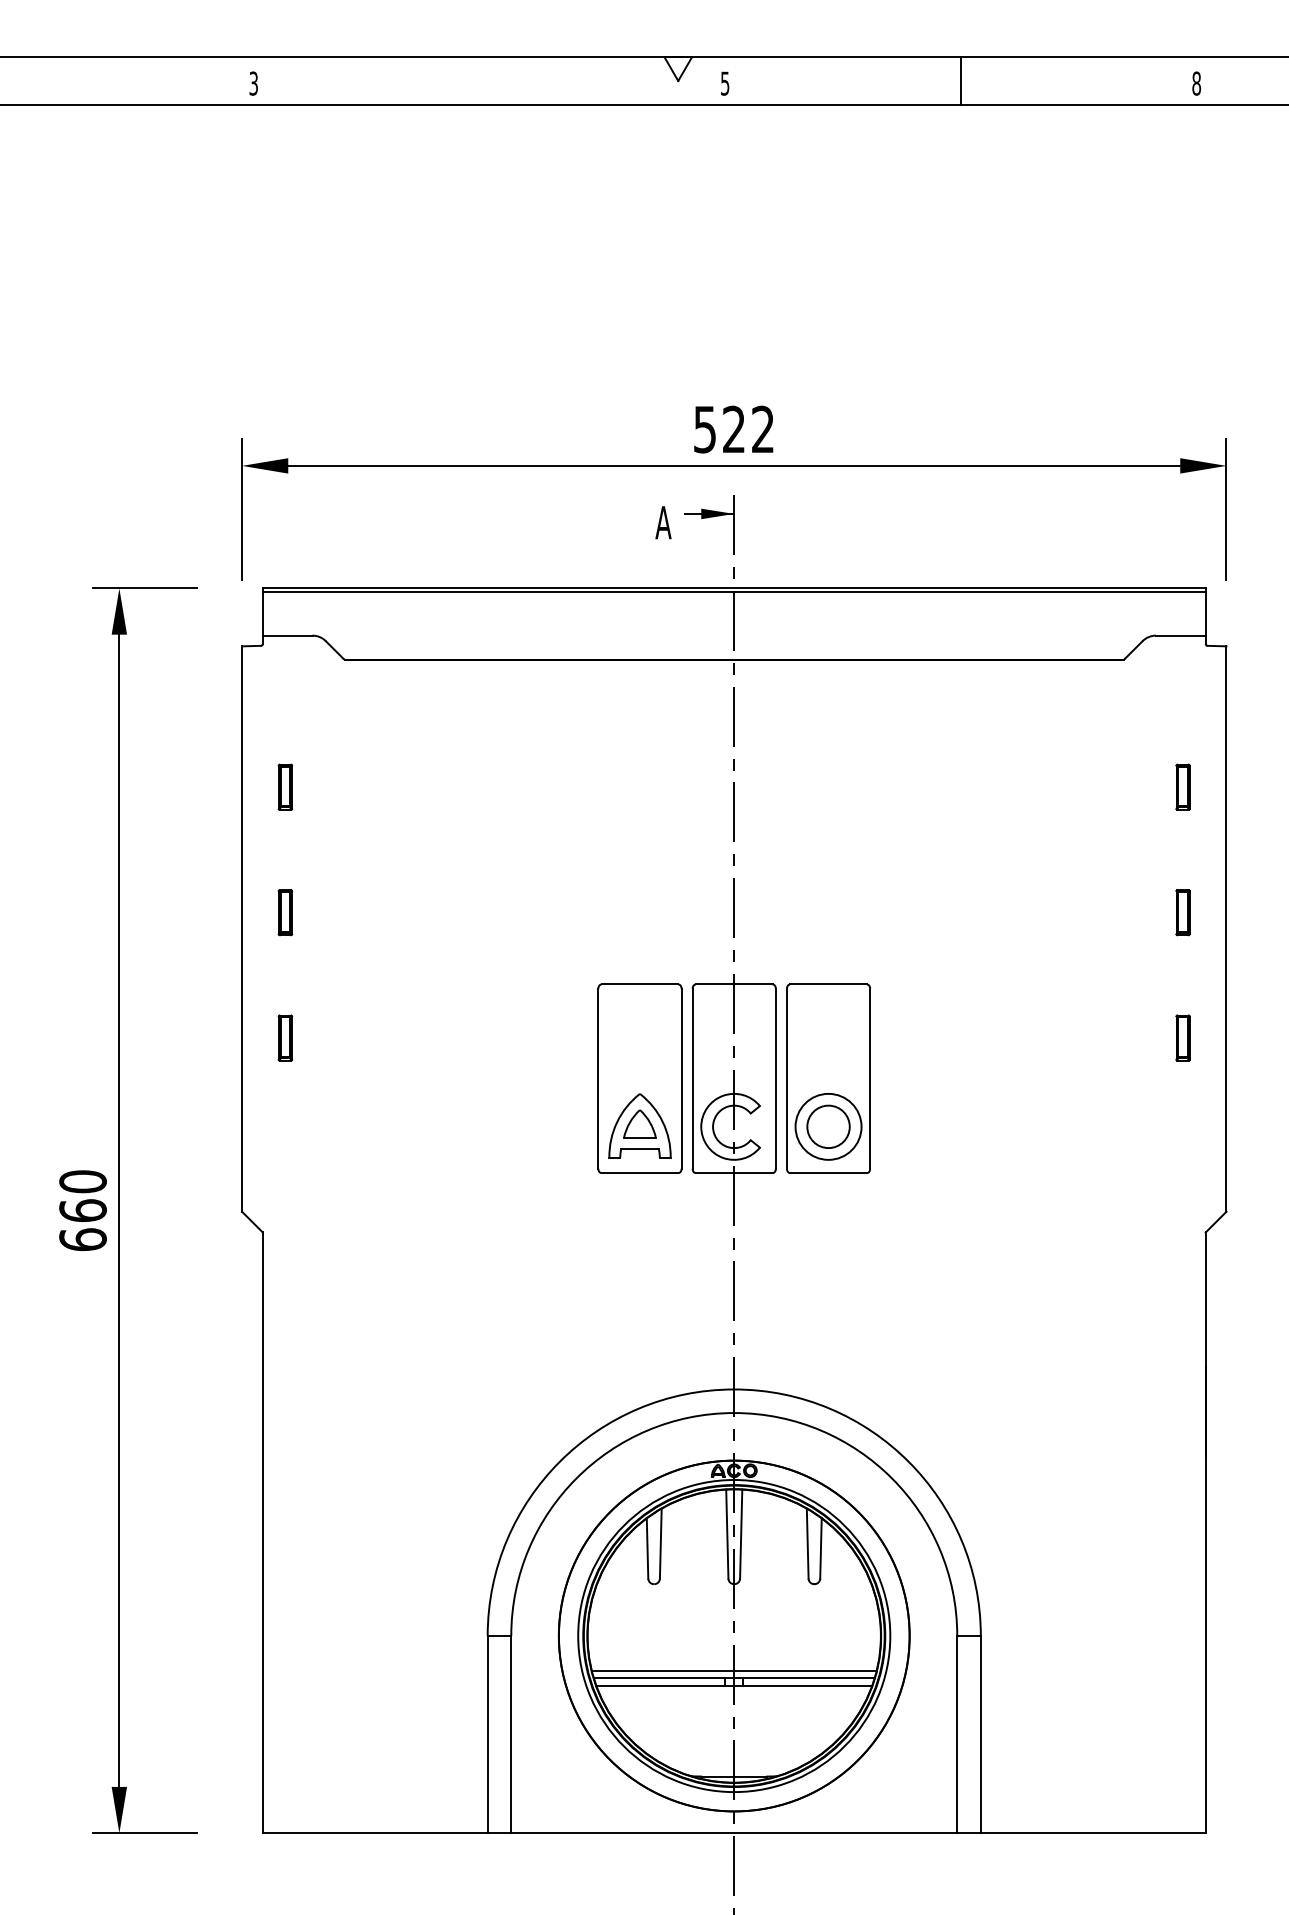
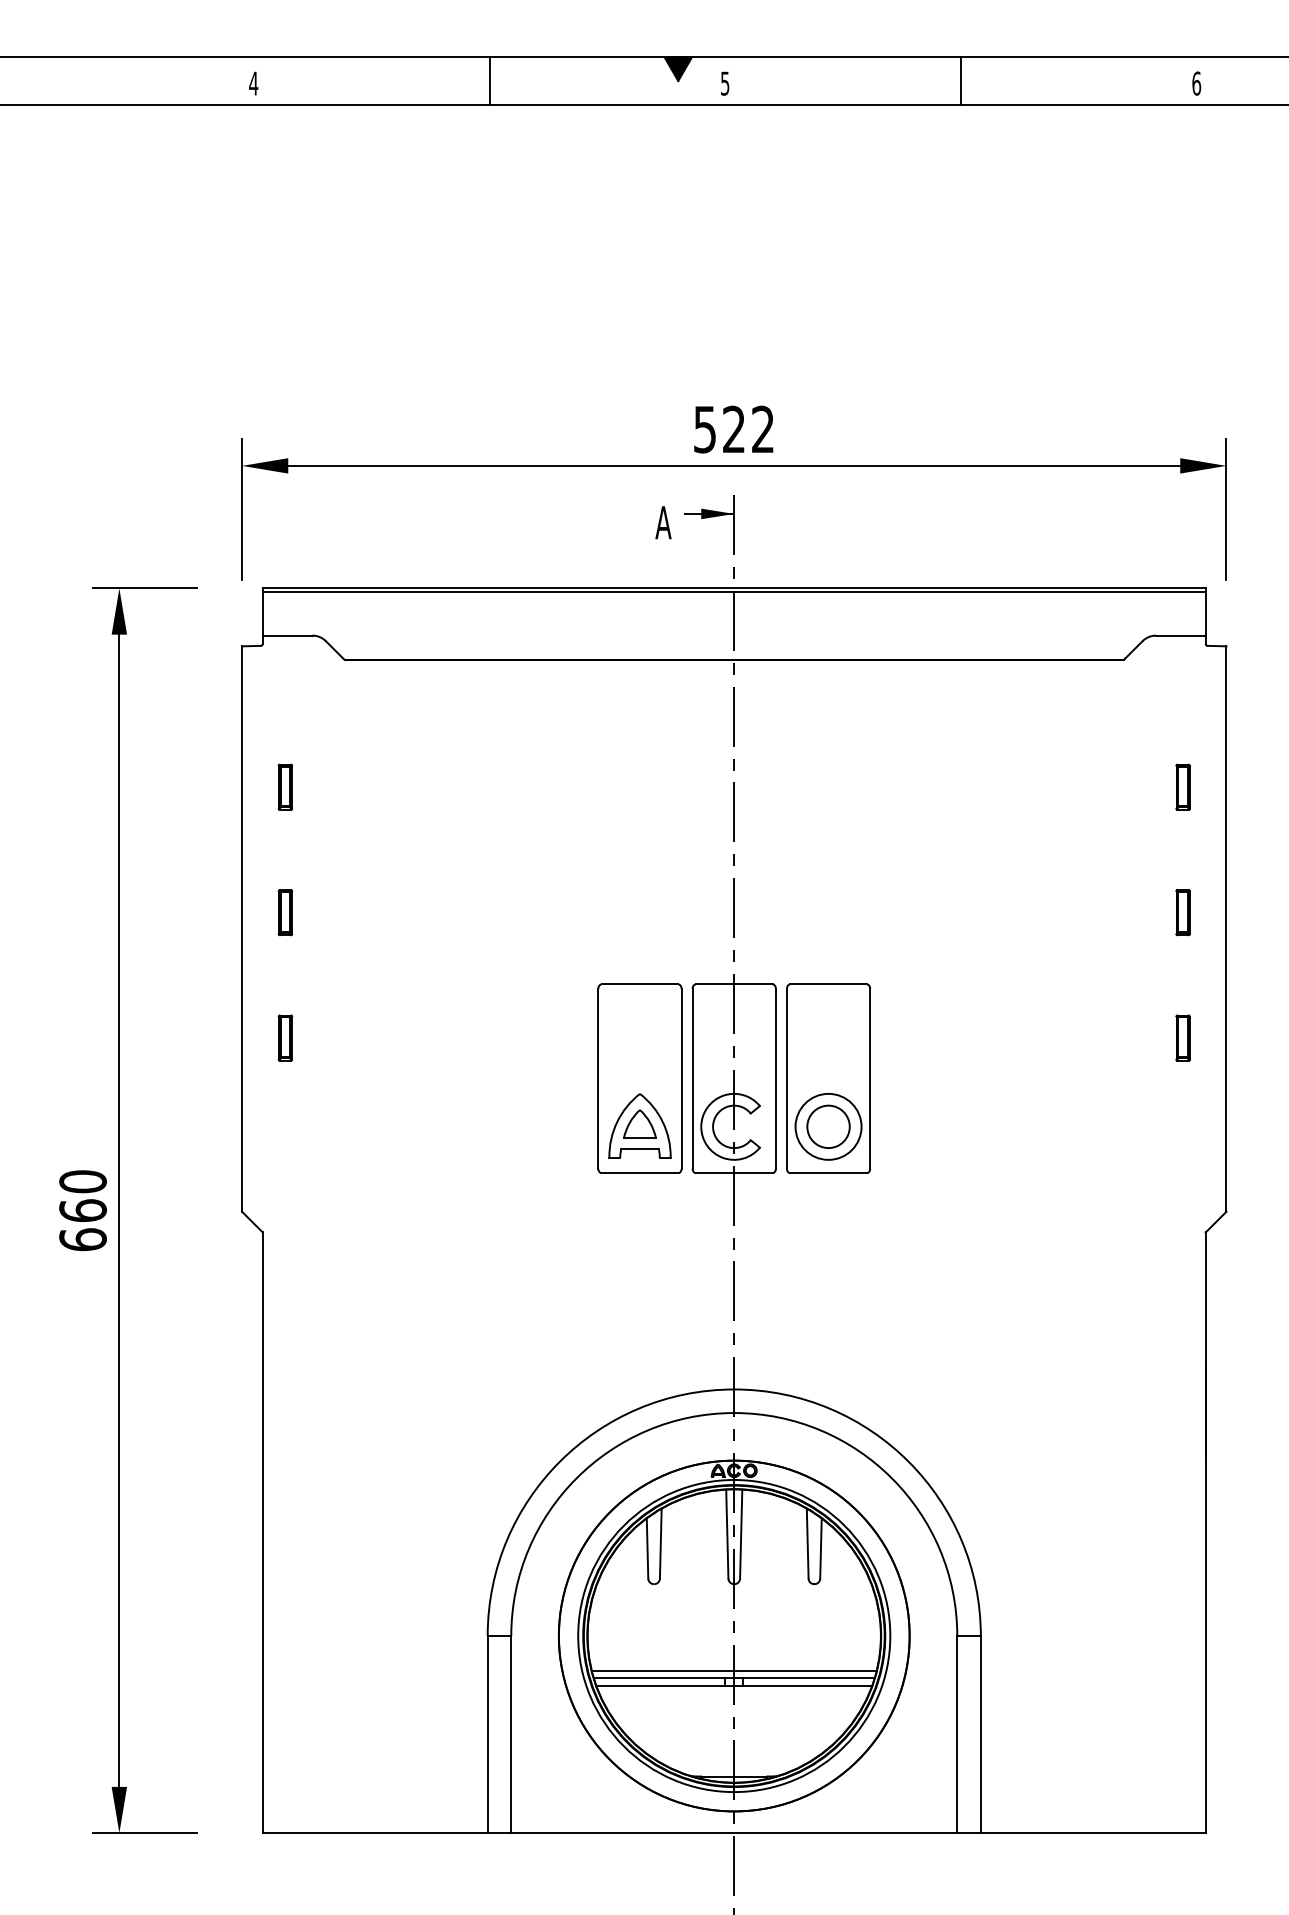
fill at (677, 69): none -> present
line at (489, 80): none -> present
text at (253, 83): 3 -> 4
text at (1196, 83): 8 -> 6
